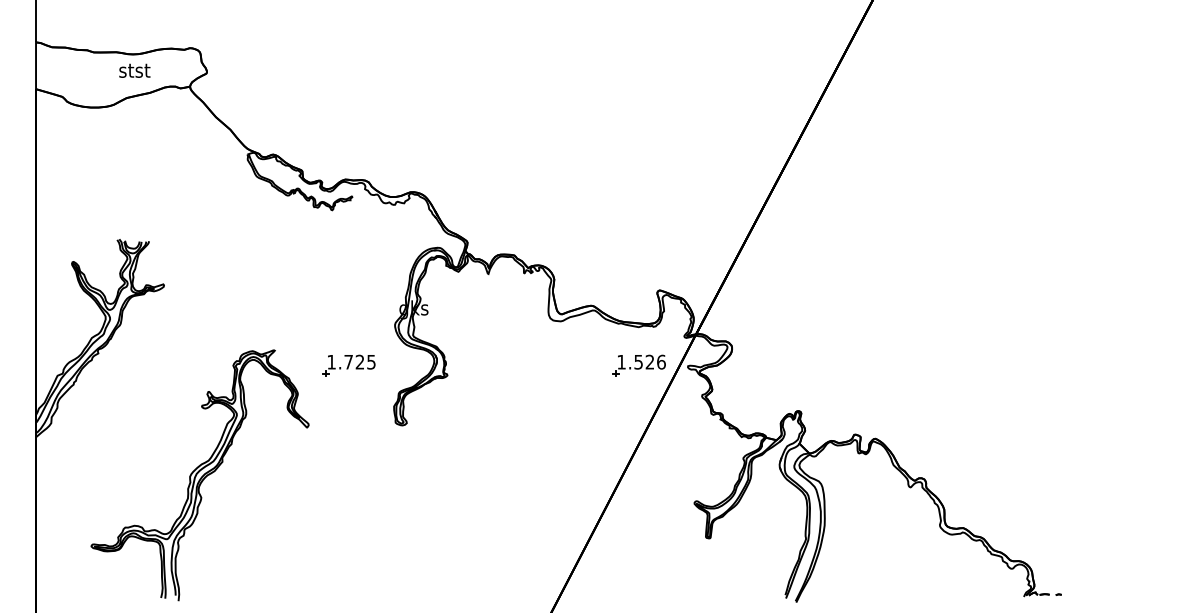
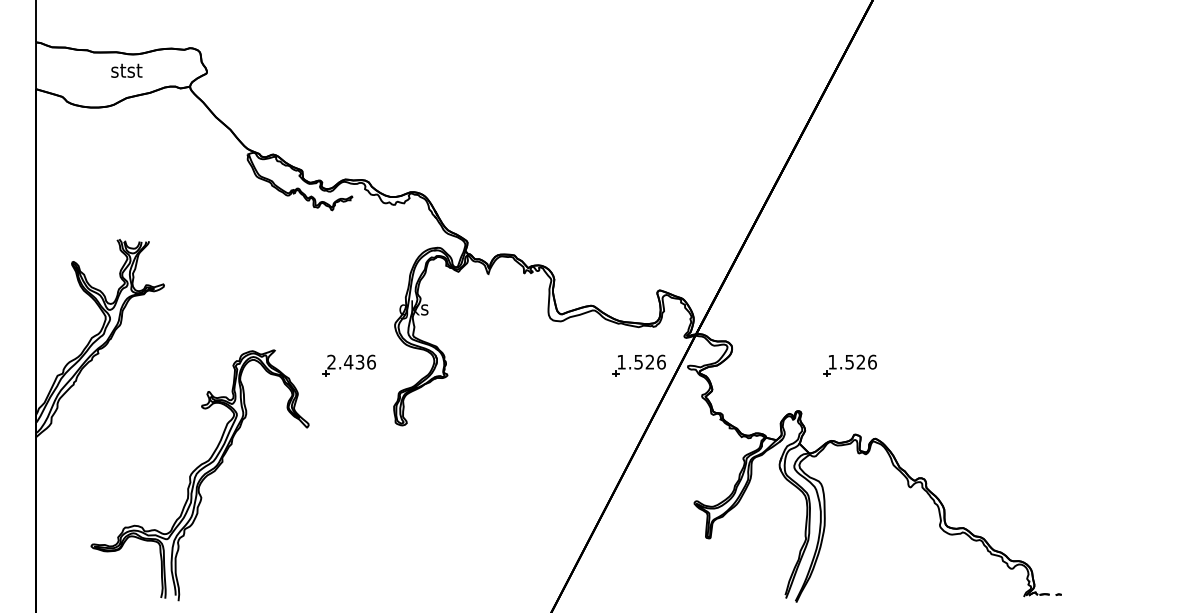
text at (134, 70) position: (134, 70) -> (126, 70)
text at (351, 361): 1.725 -> 2.436
part at (849, 365): none -> present
